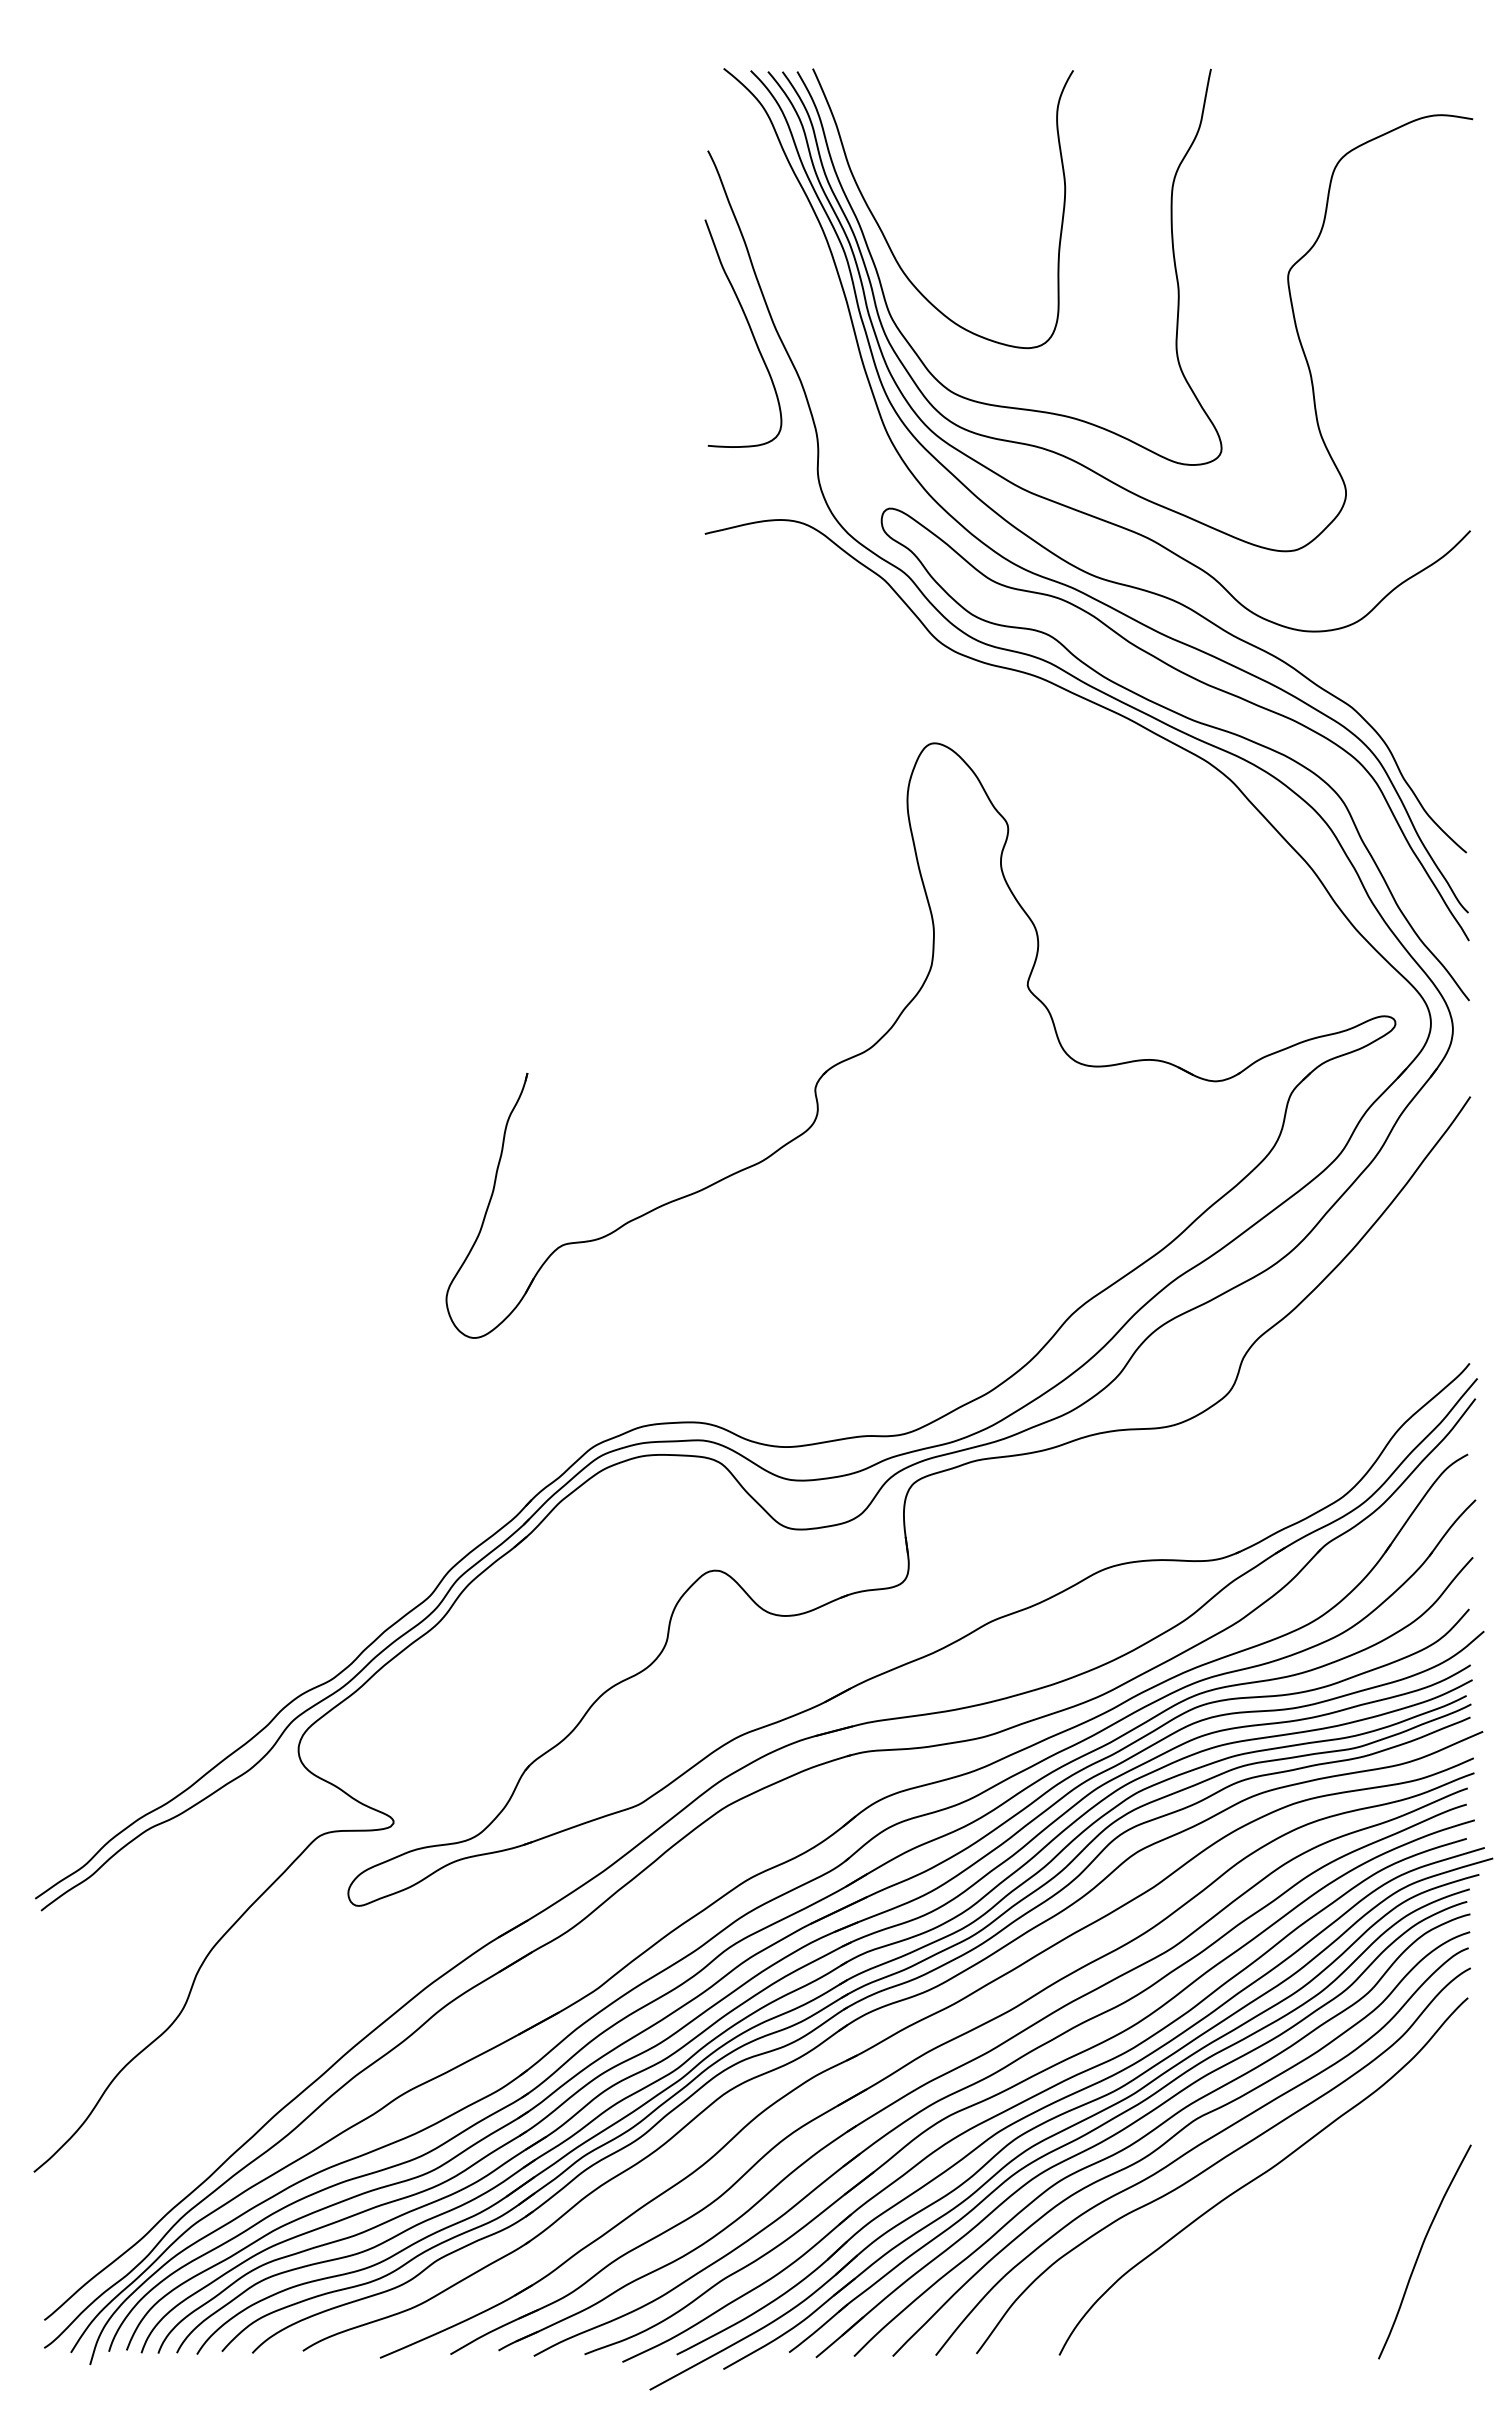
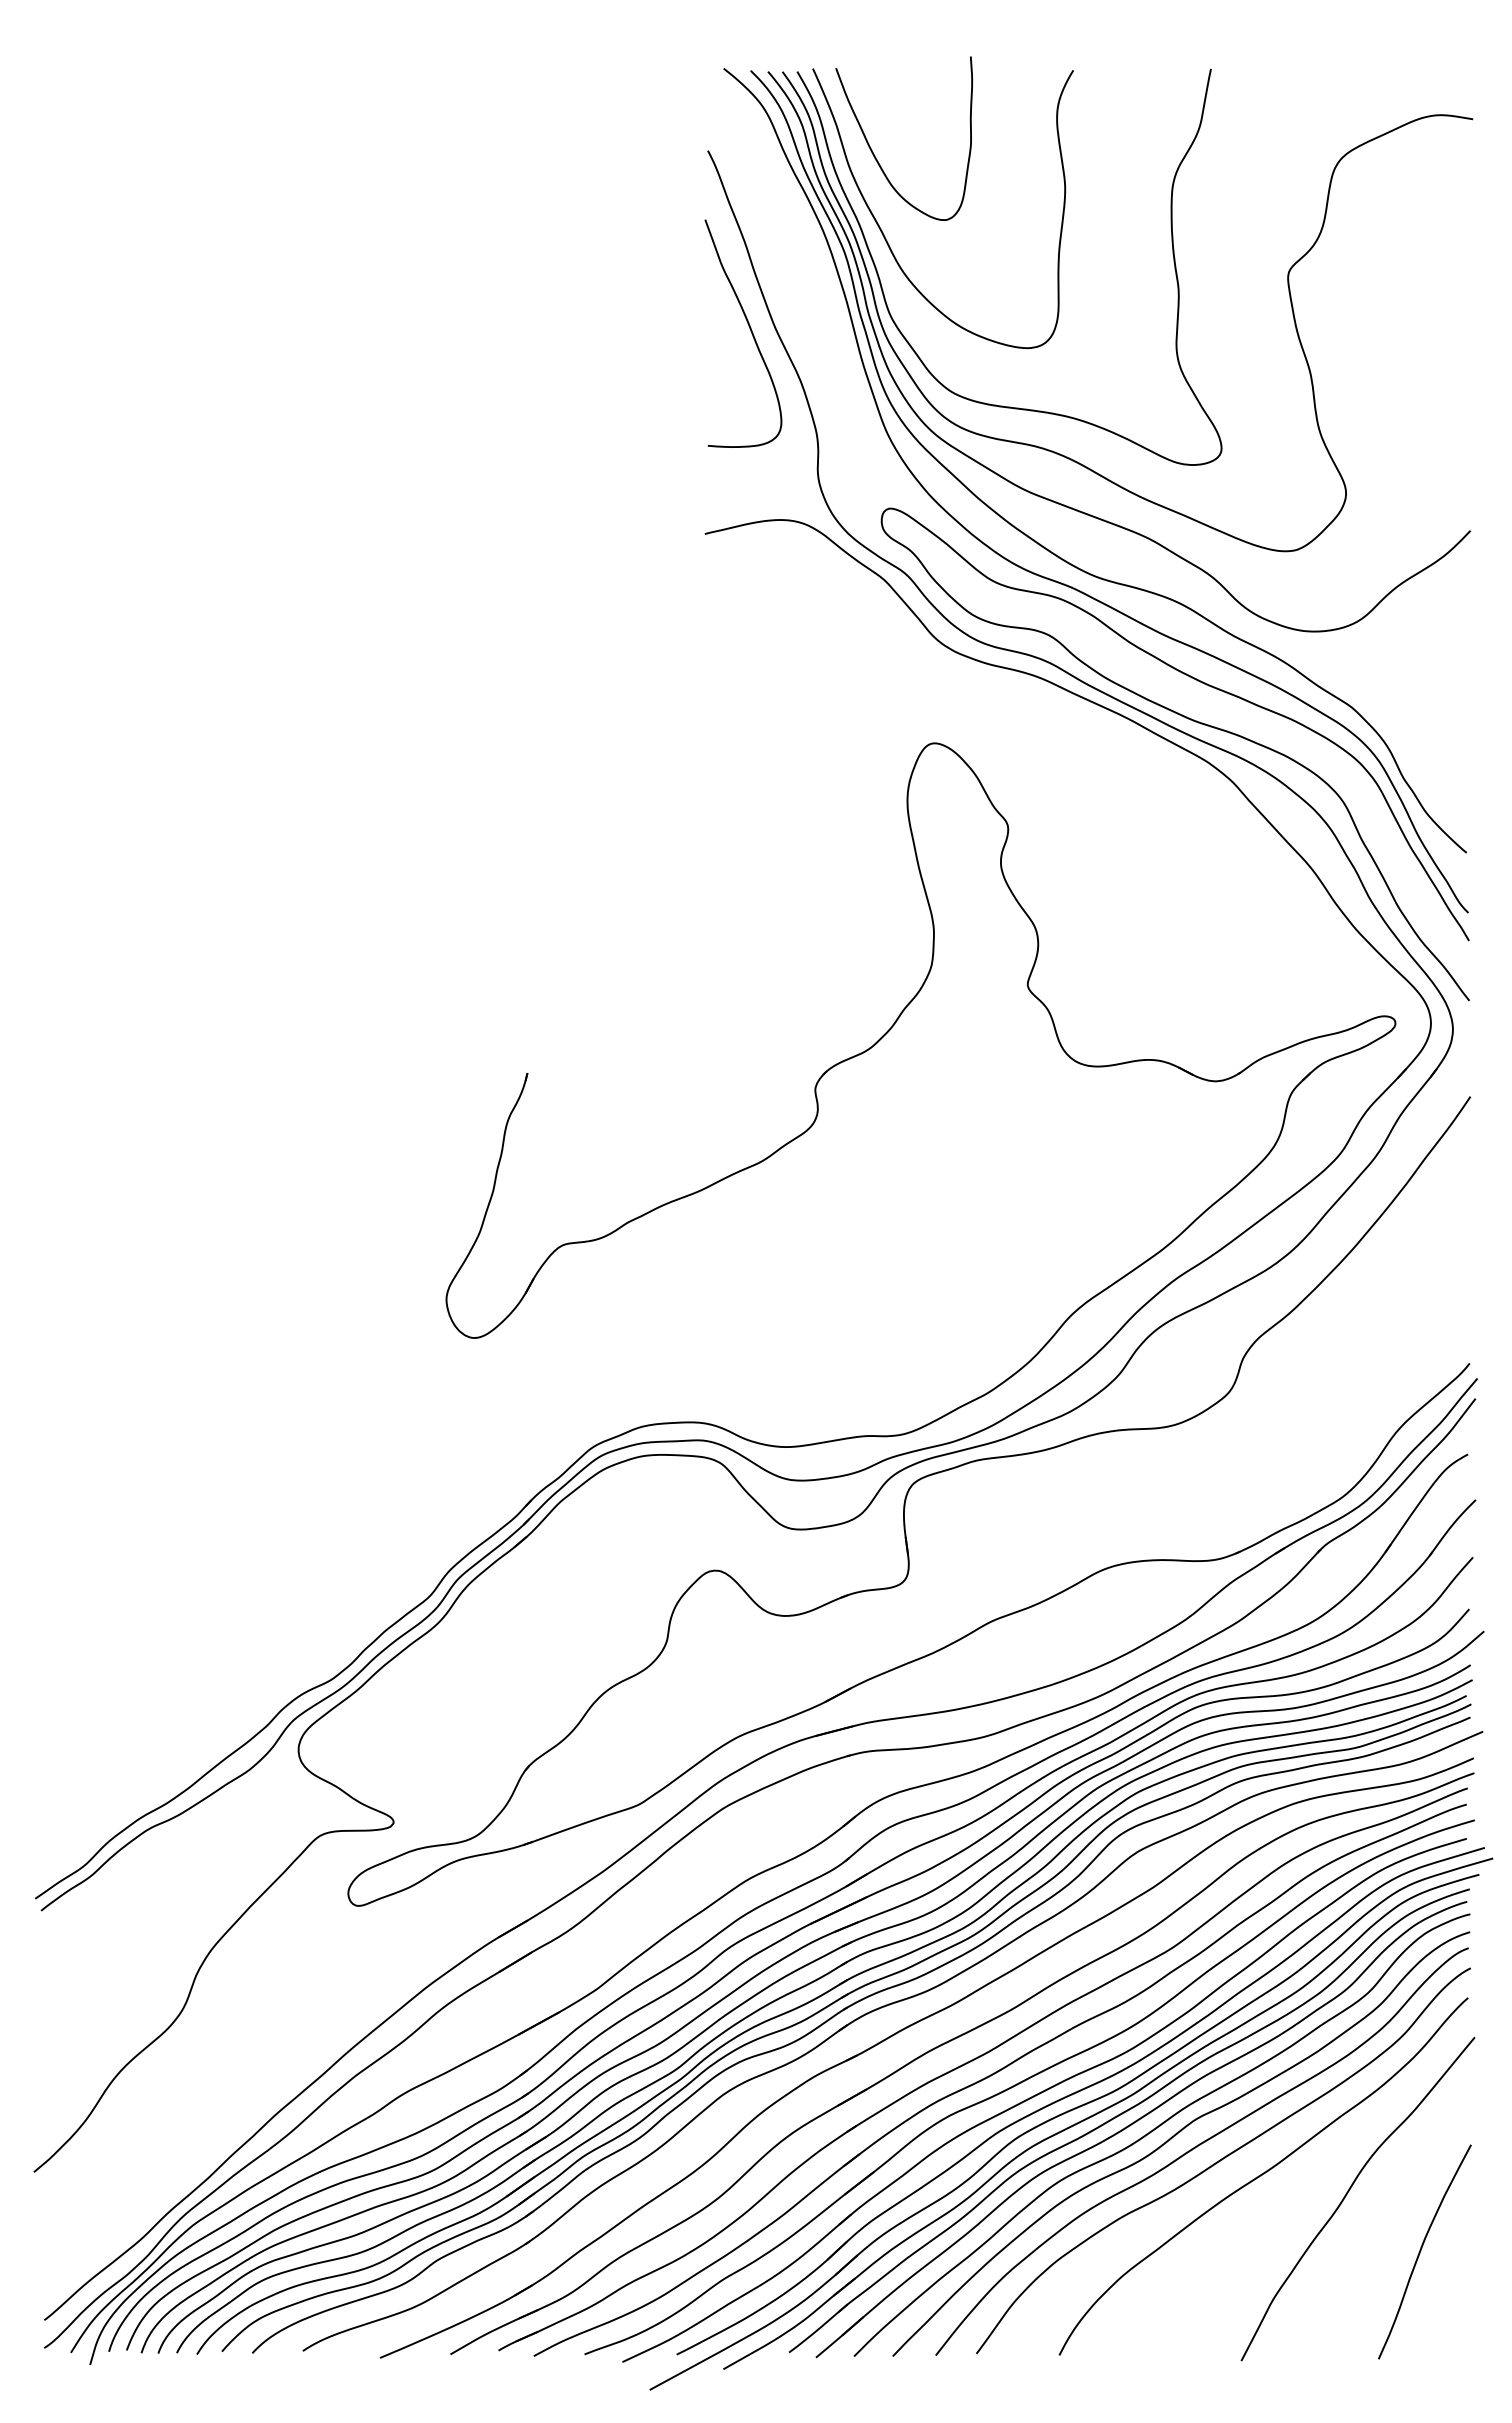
curve at (874, 153): none -> present
curve at (1348, 2193): none -> present
